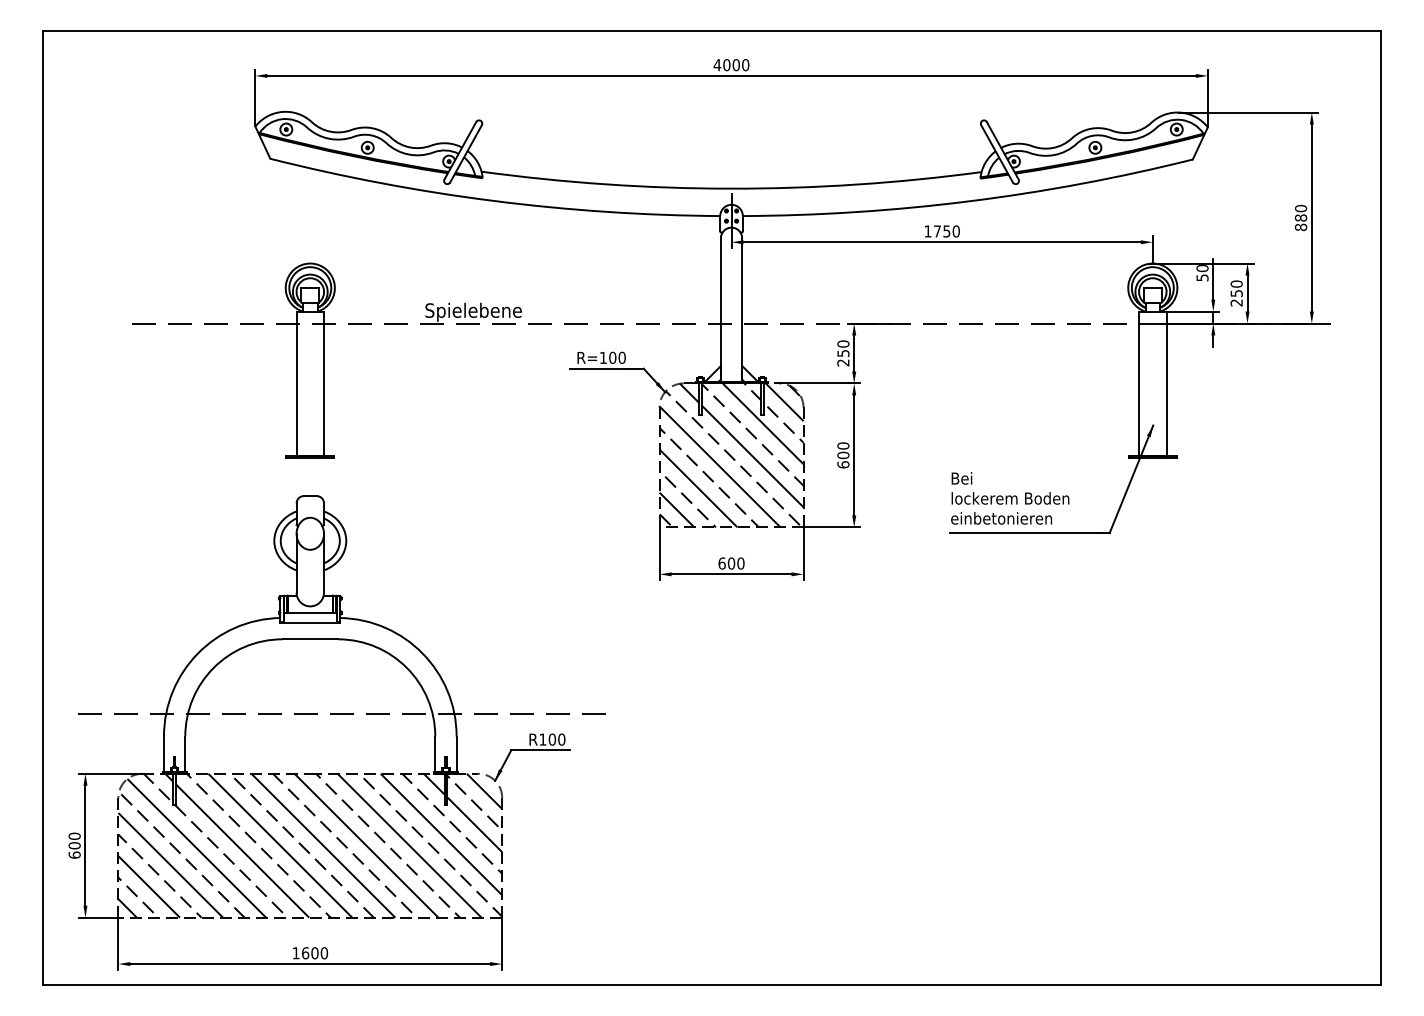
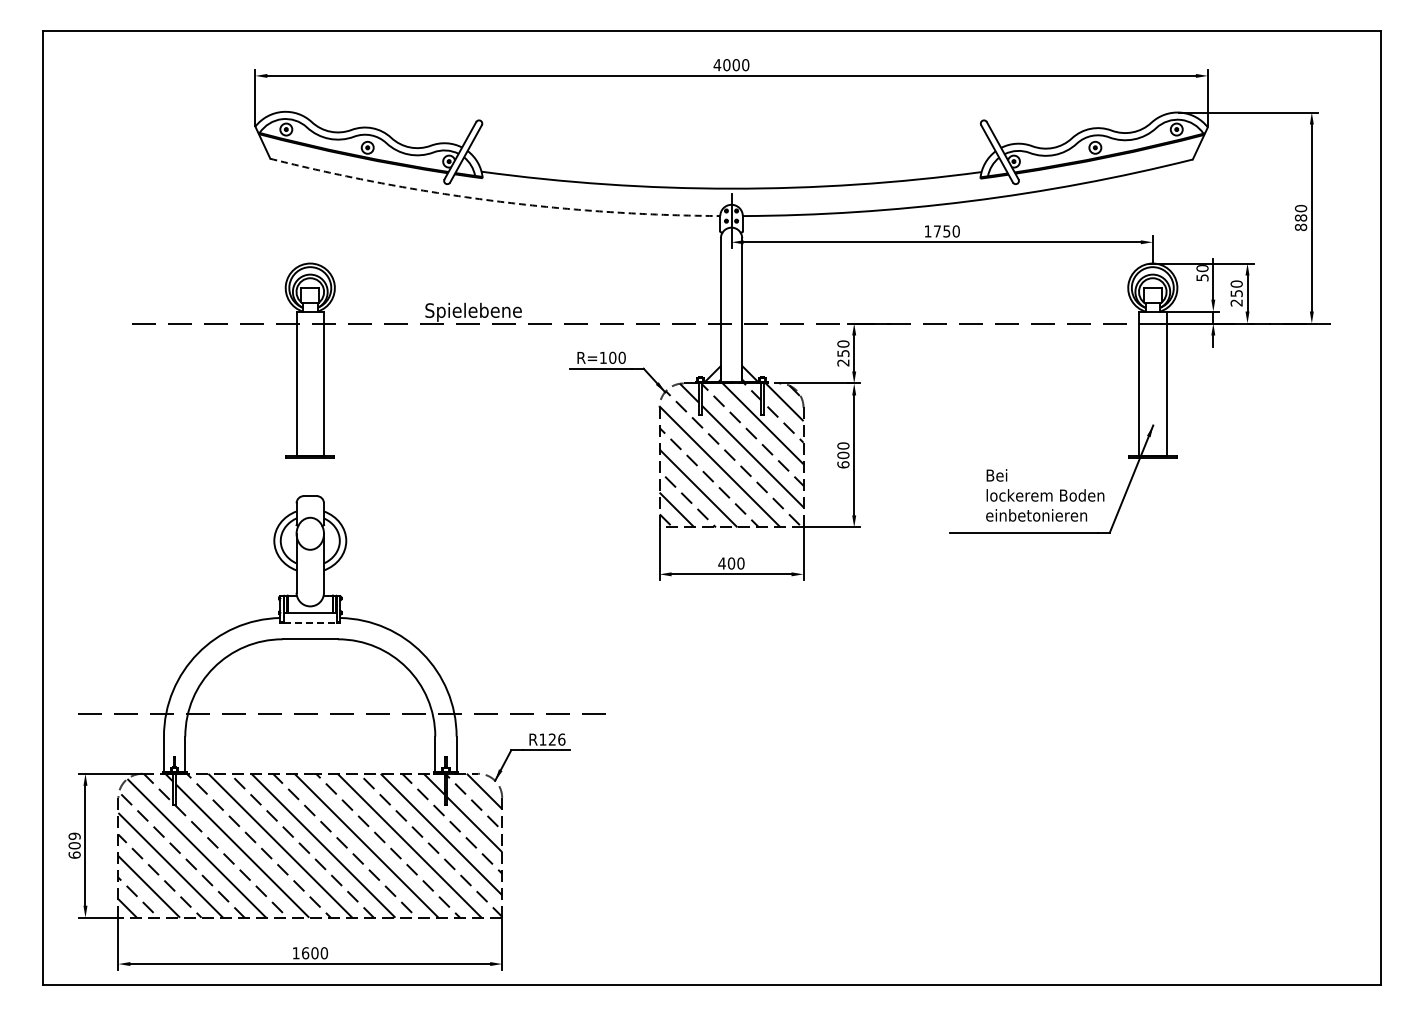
arc at (493, 200): solid -> dashed
text at (1010, 498) position: (1010, 498) -> (1045, 495)
text at (721, 563): 600 -> 400
line at (310, 622): solid -> dashed
text at (556, 739): R100 -> R126
text at (74, 836): 600 -> 609
